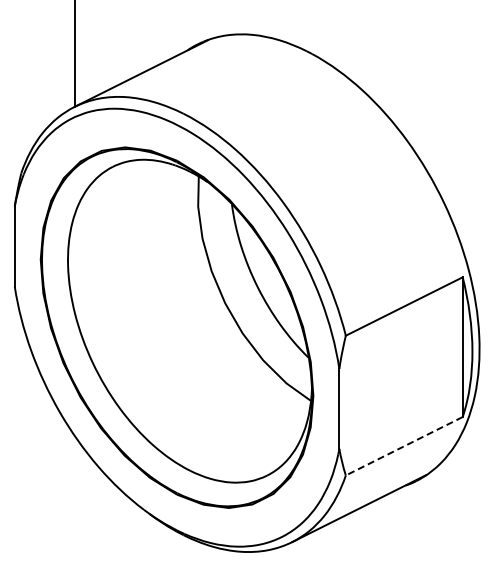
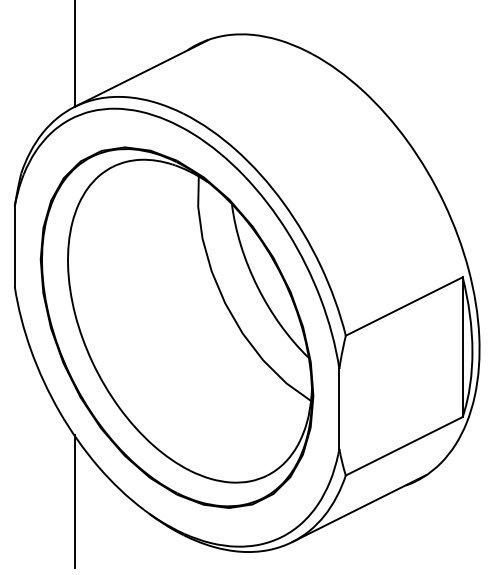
line at (403, 446): dashed -> solid
line at (74, 501): none -> present
